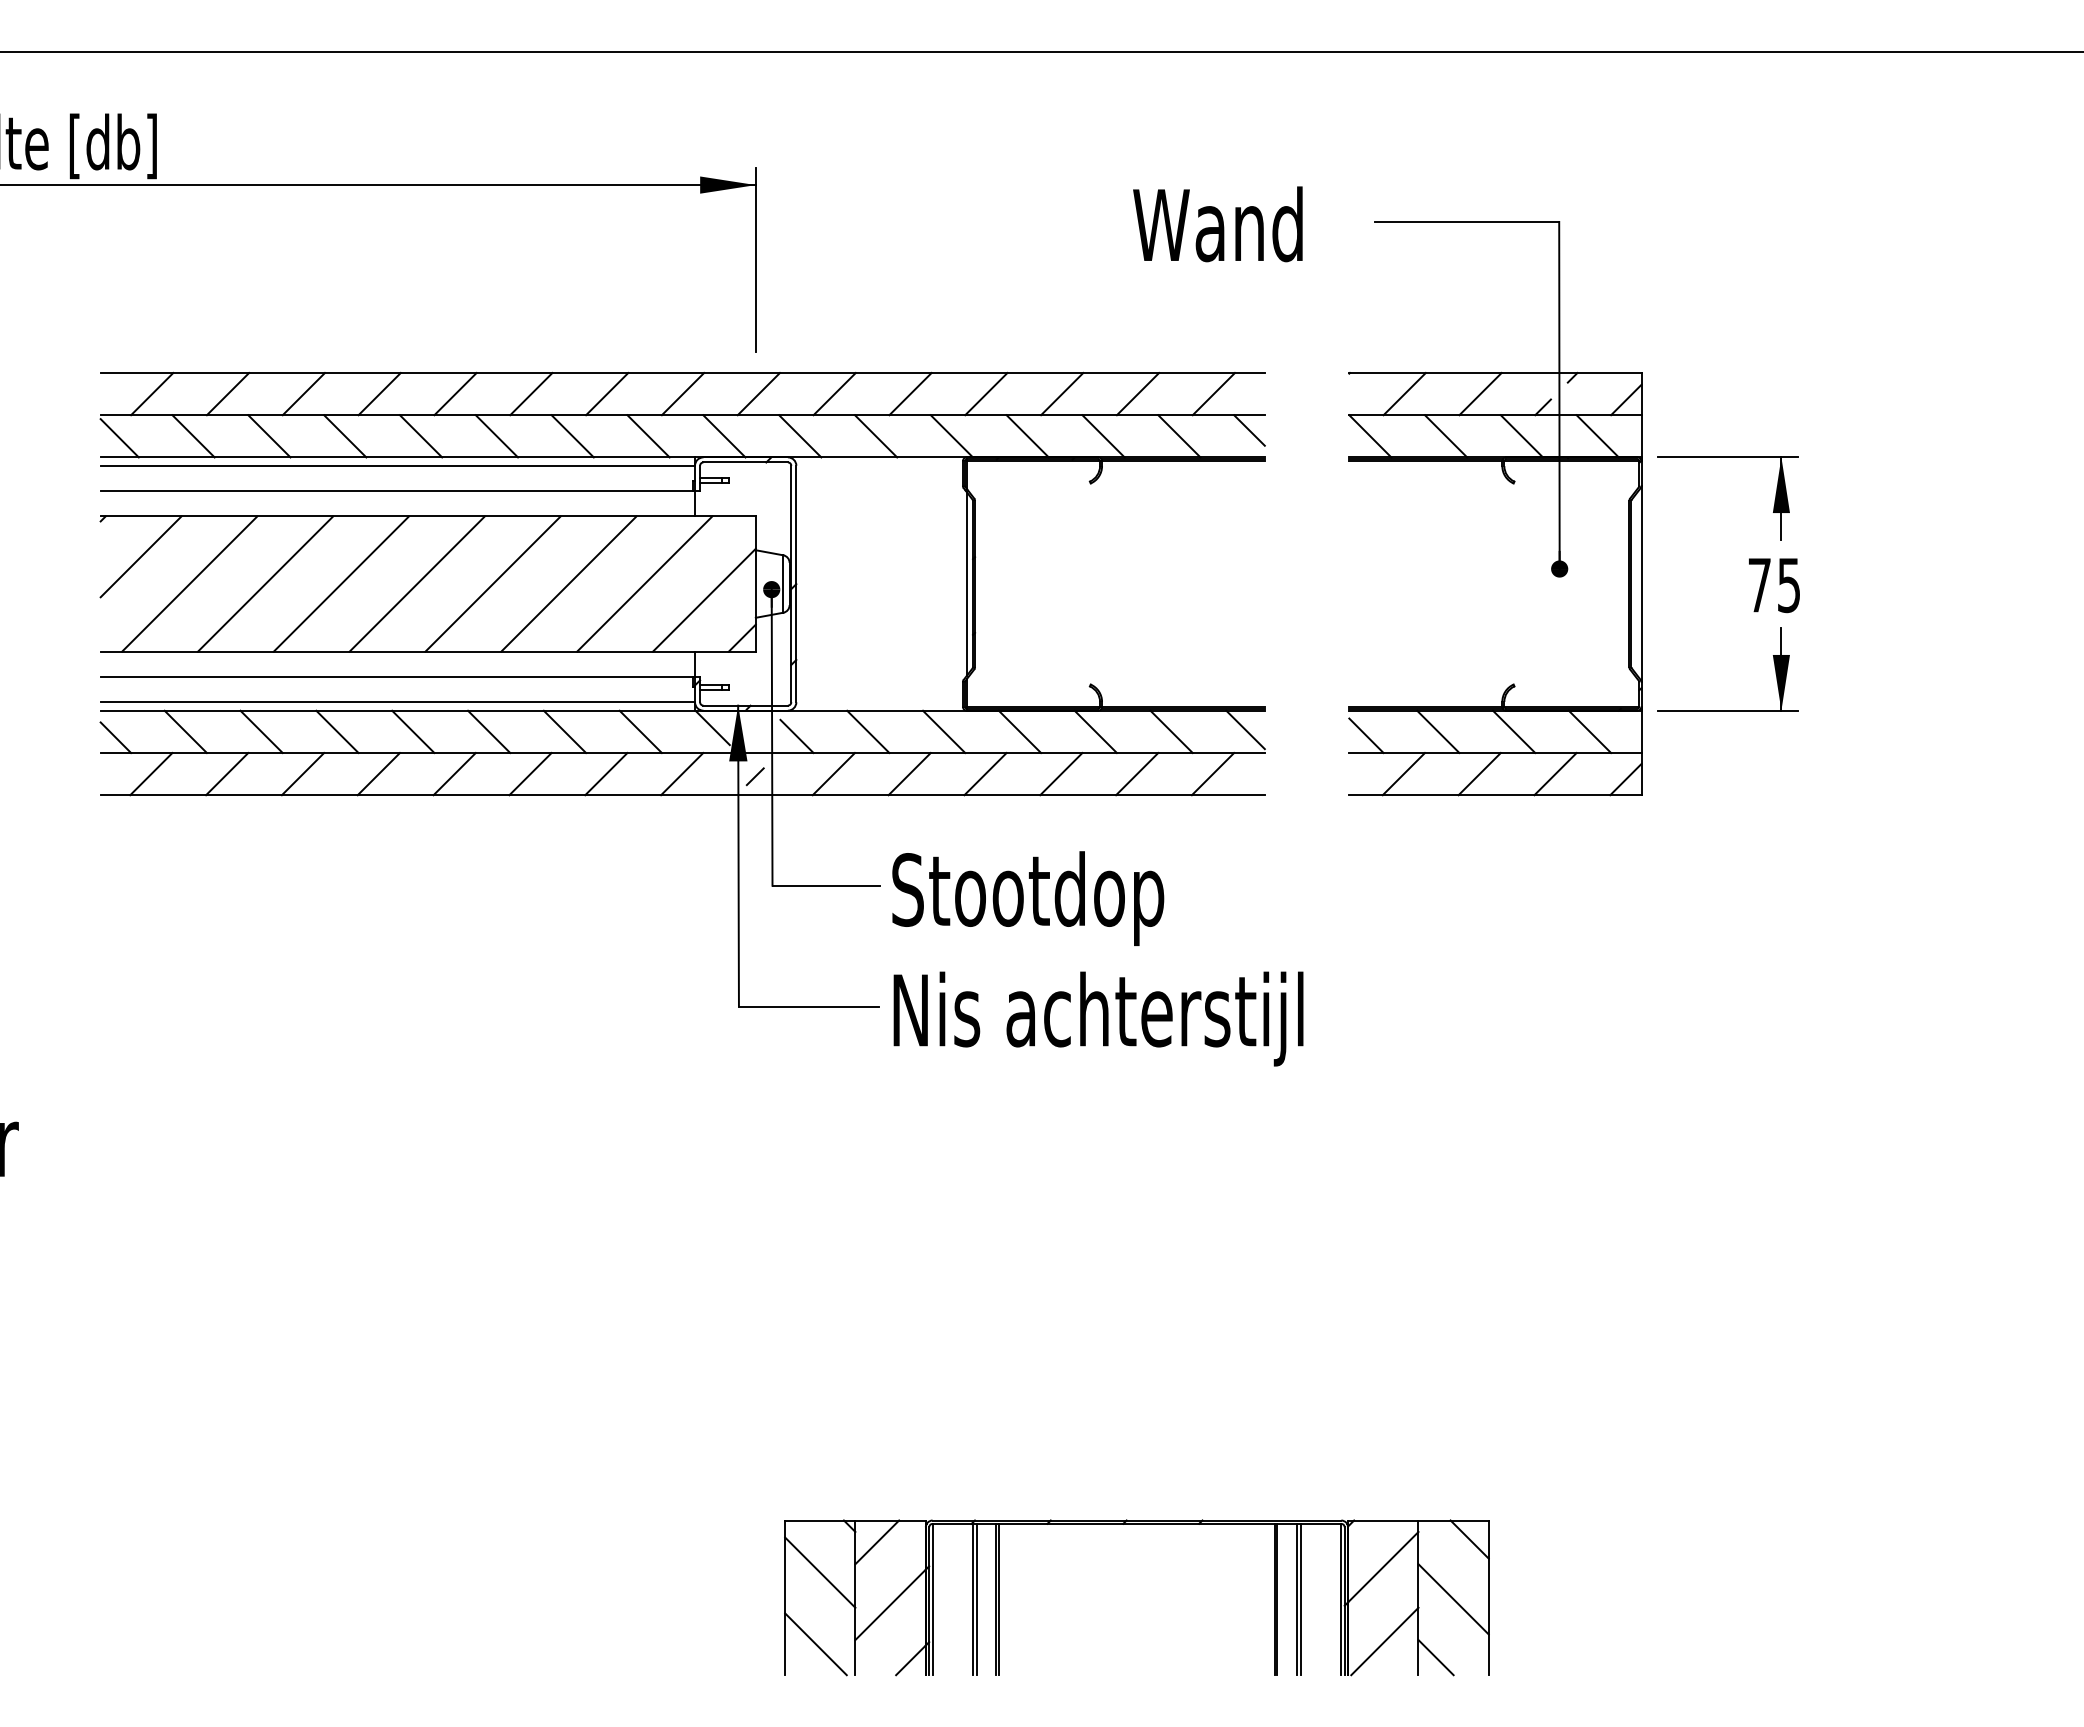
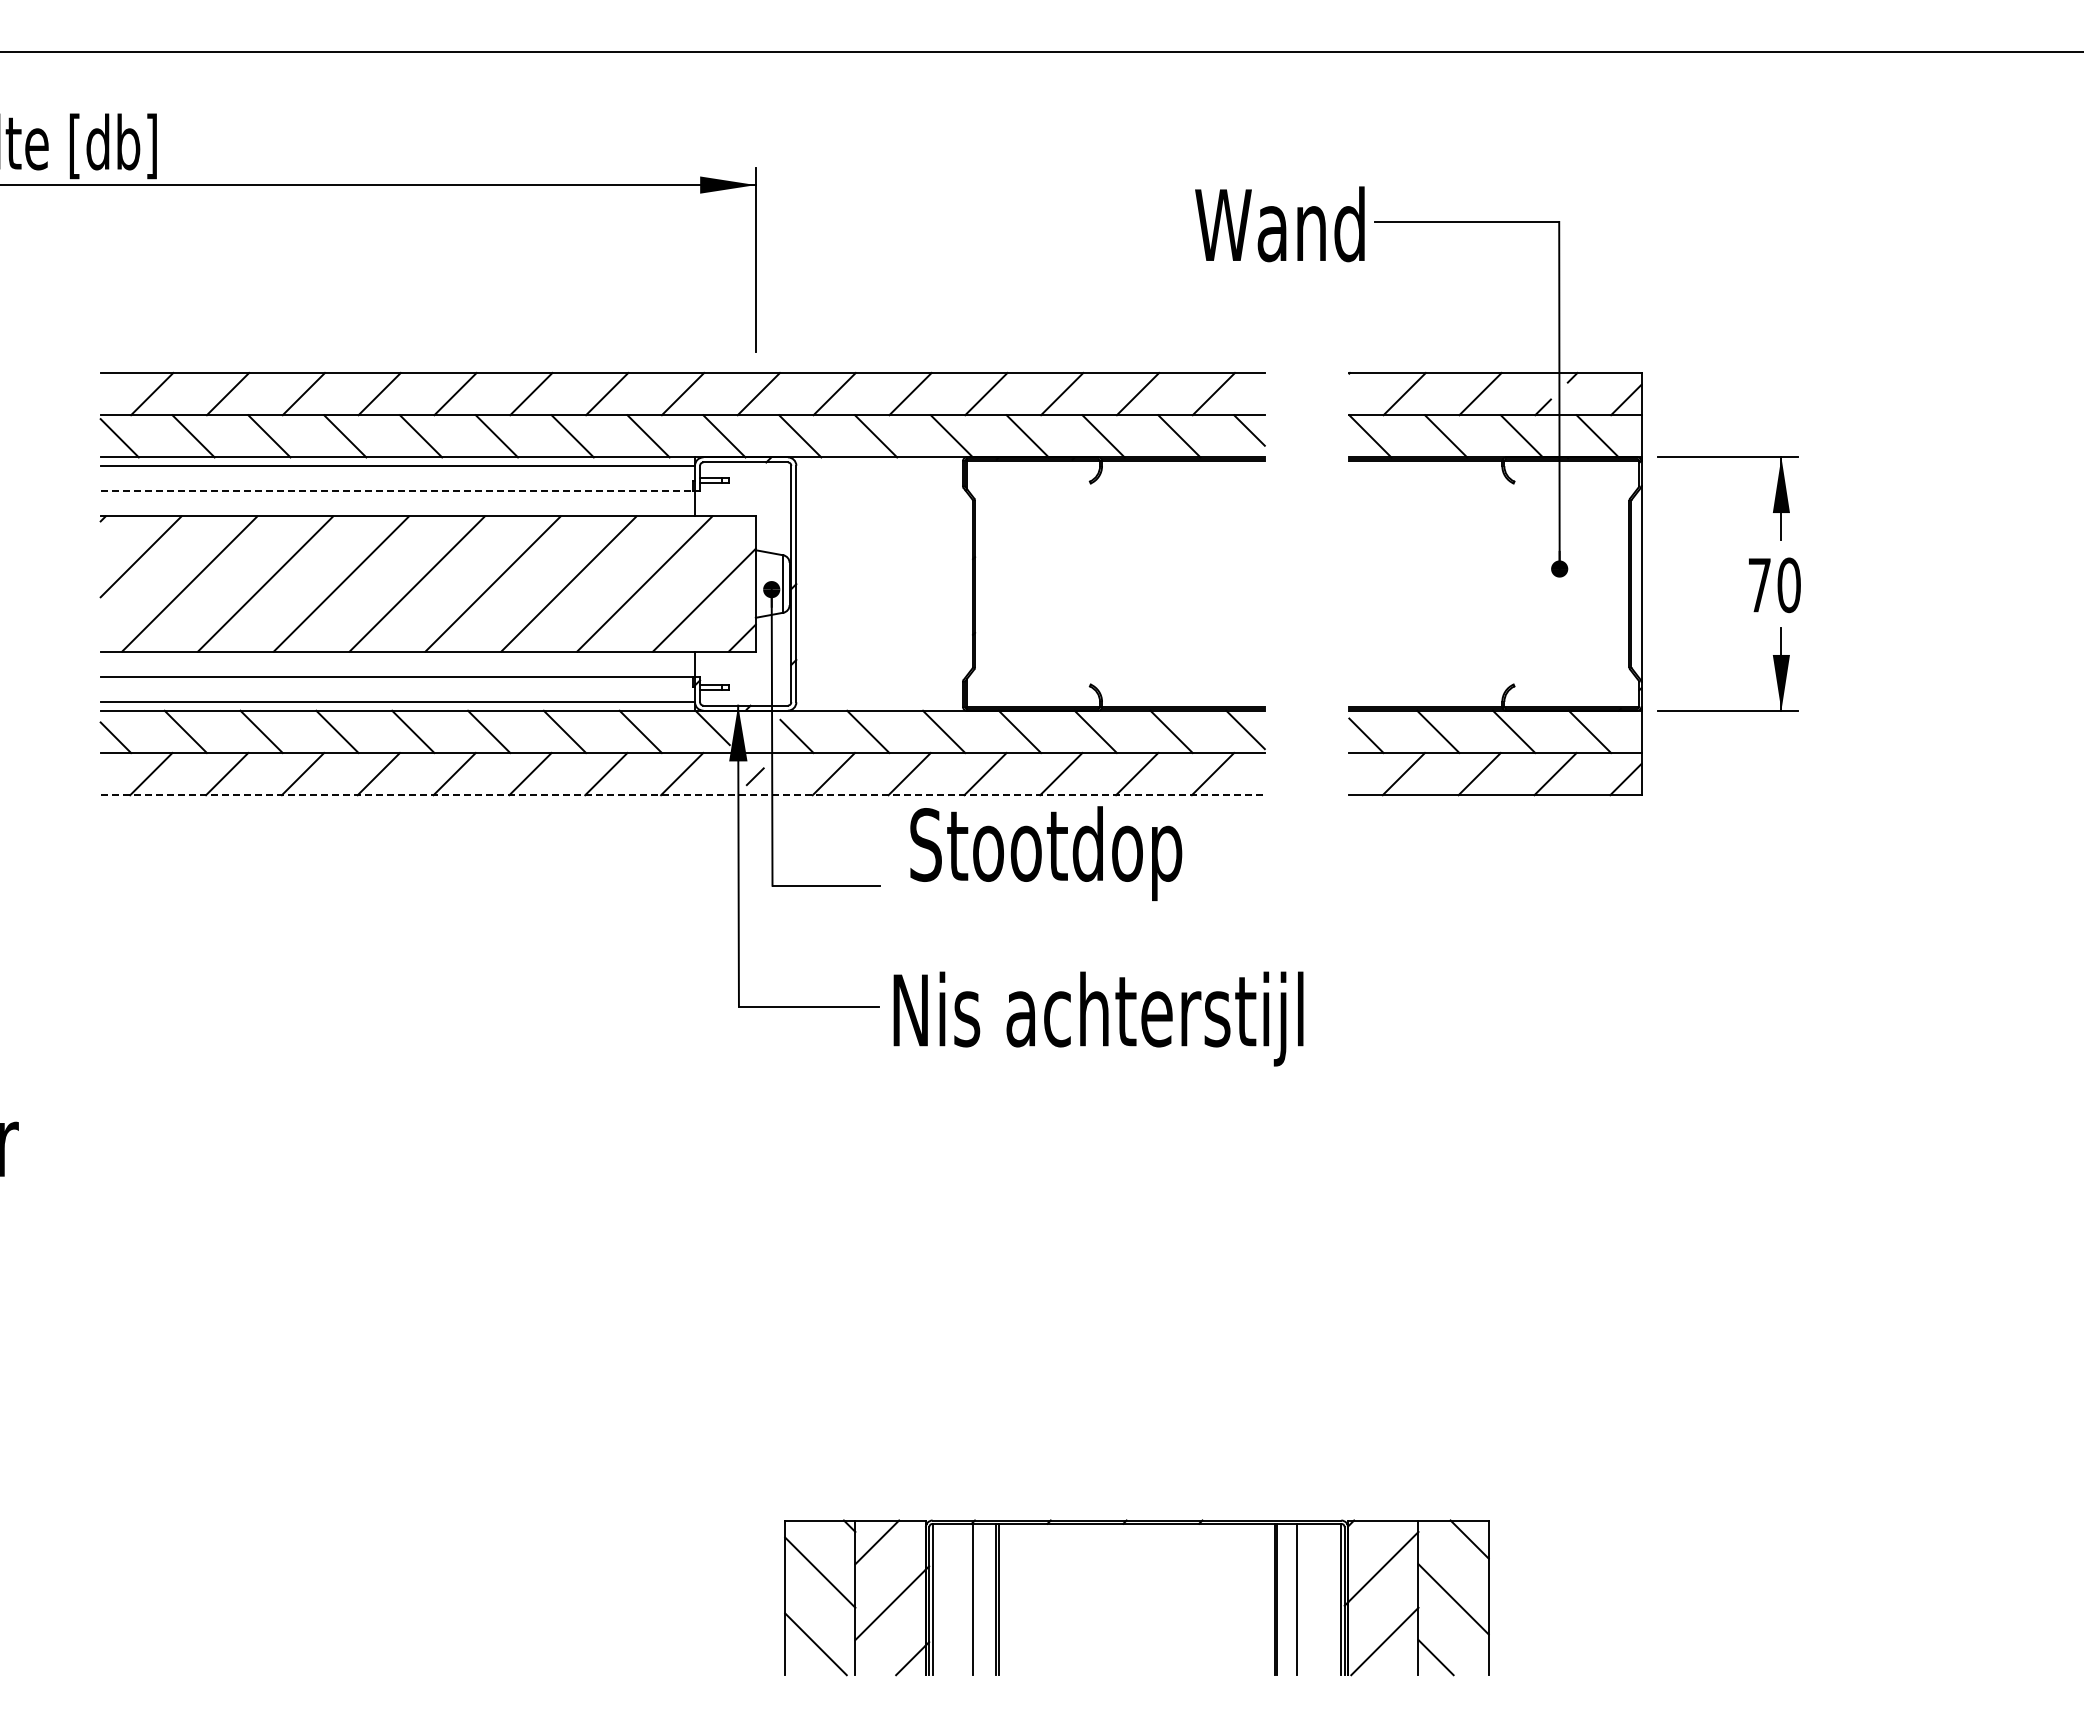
text at (1217, 224) position: (1217, 224) -> (1279, 224)
line at (397, 491): solid -> dashed
line at (966, 583): present -> none
text at (1788, 585): 75 -> 70
line at (683, 795): solid -> dashed
text at (1028, 898) position: (1028, 898) -> (1046, 853)
line at (977, 1599): present -> none
line at (1300, 1599): present -> none
